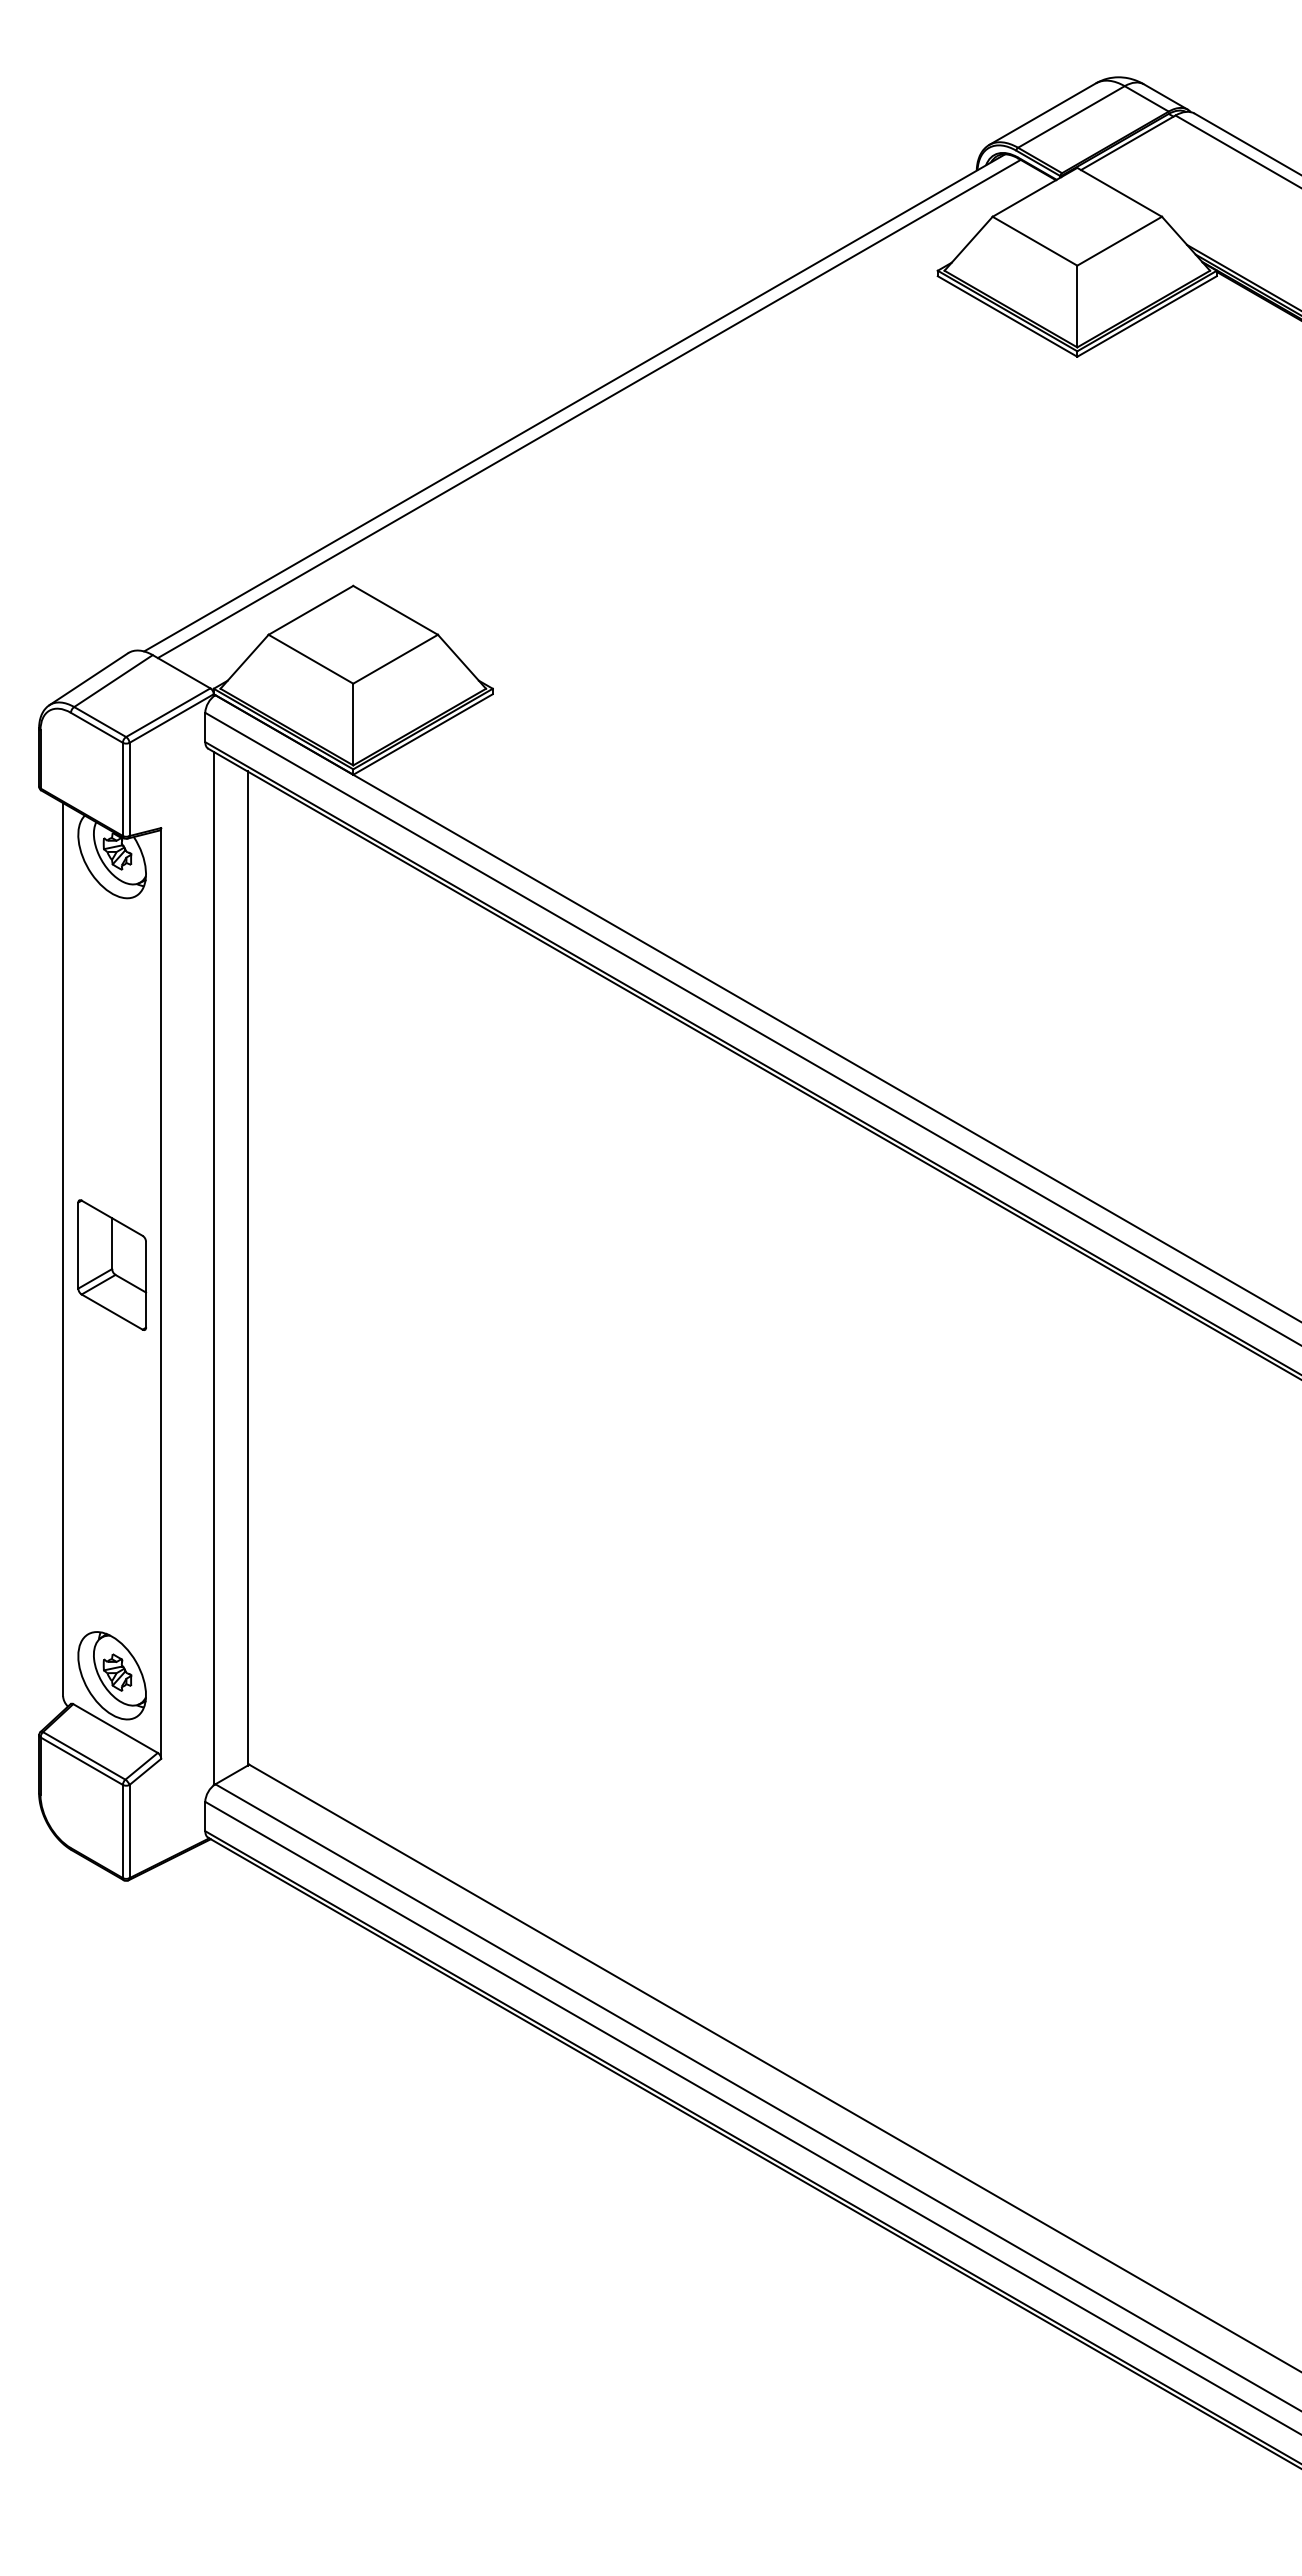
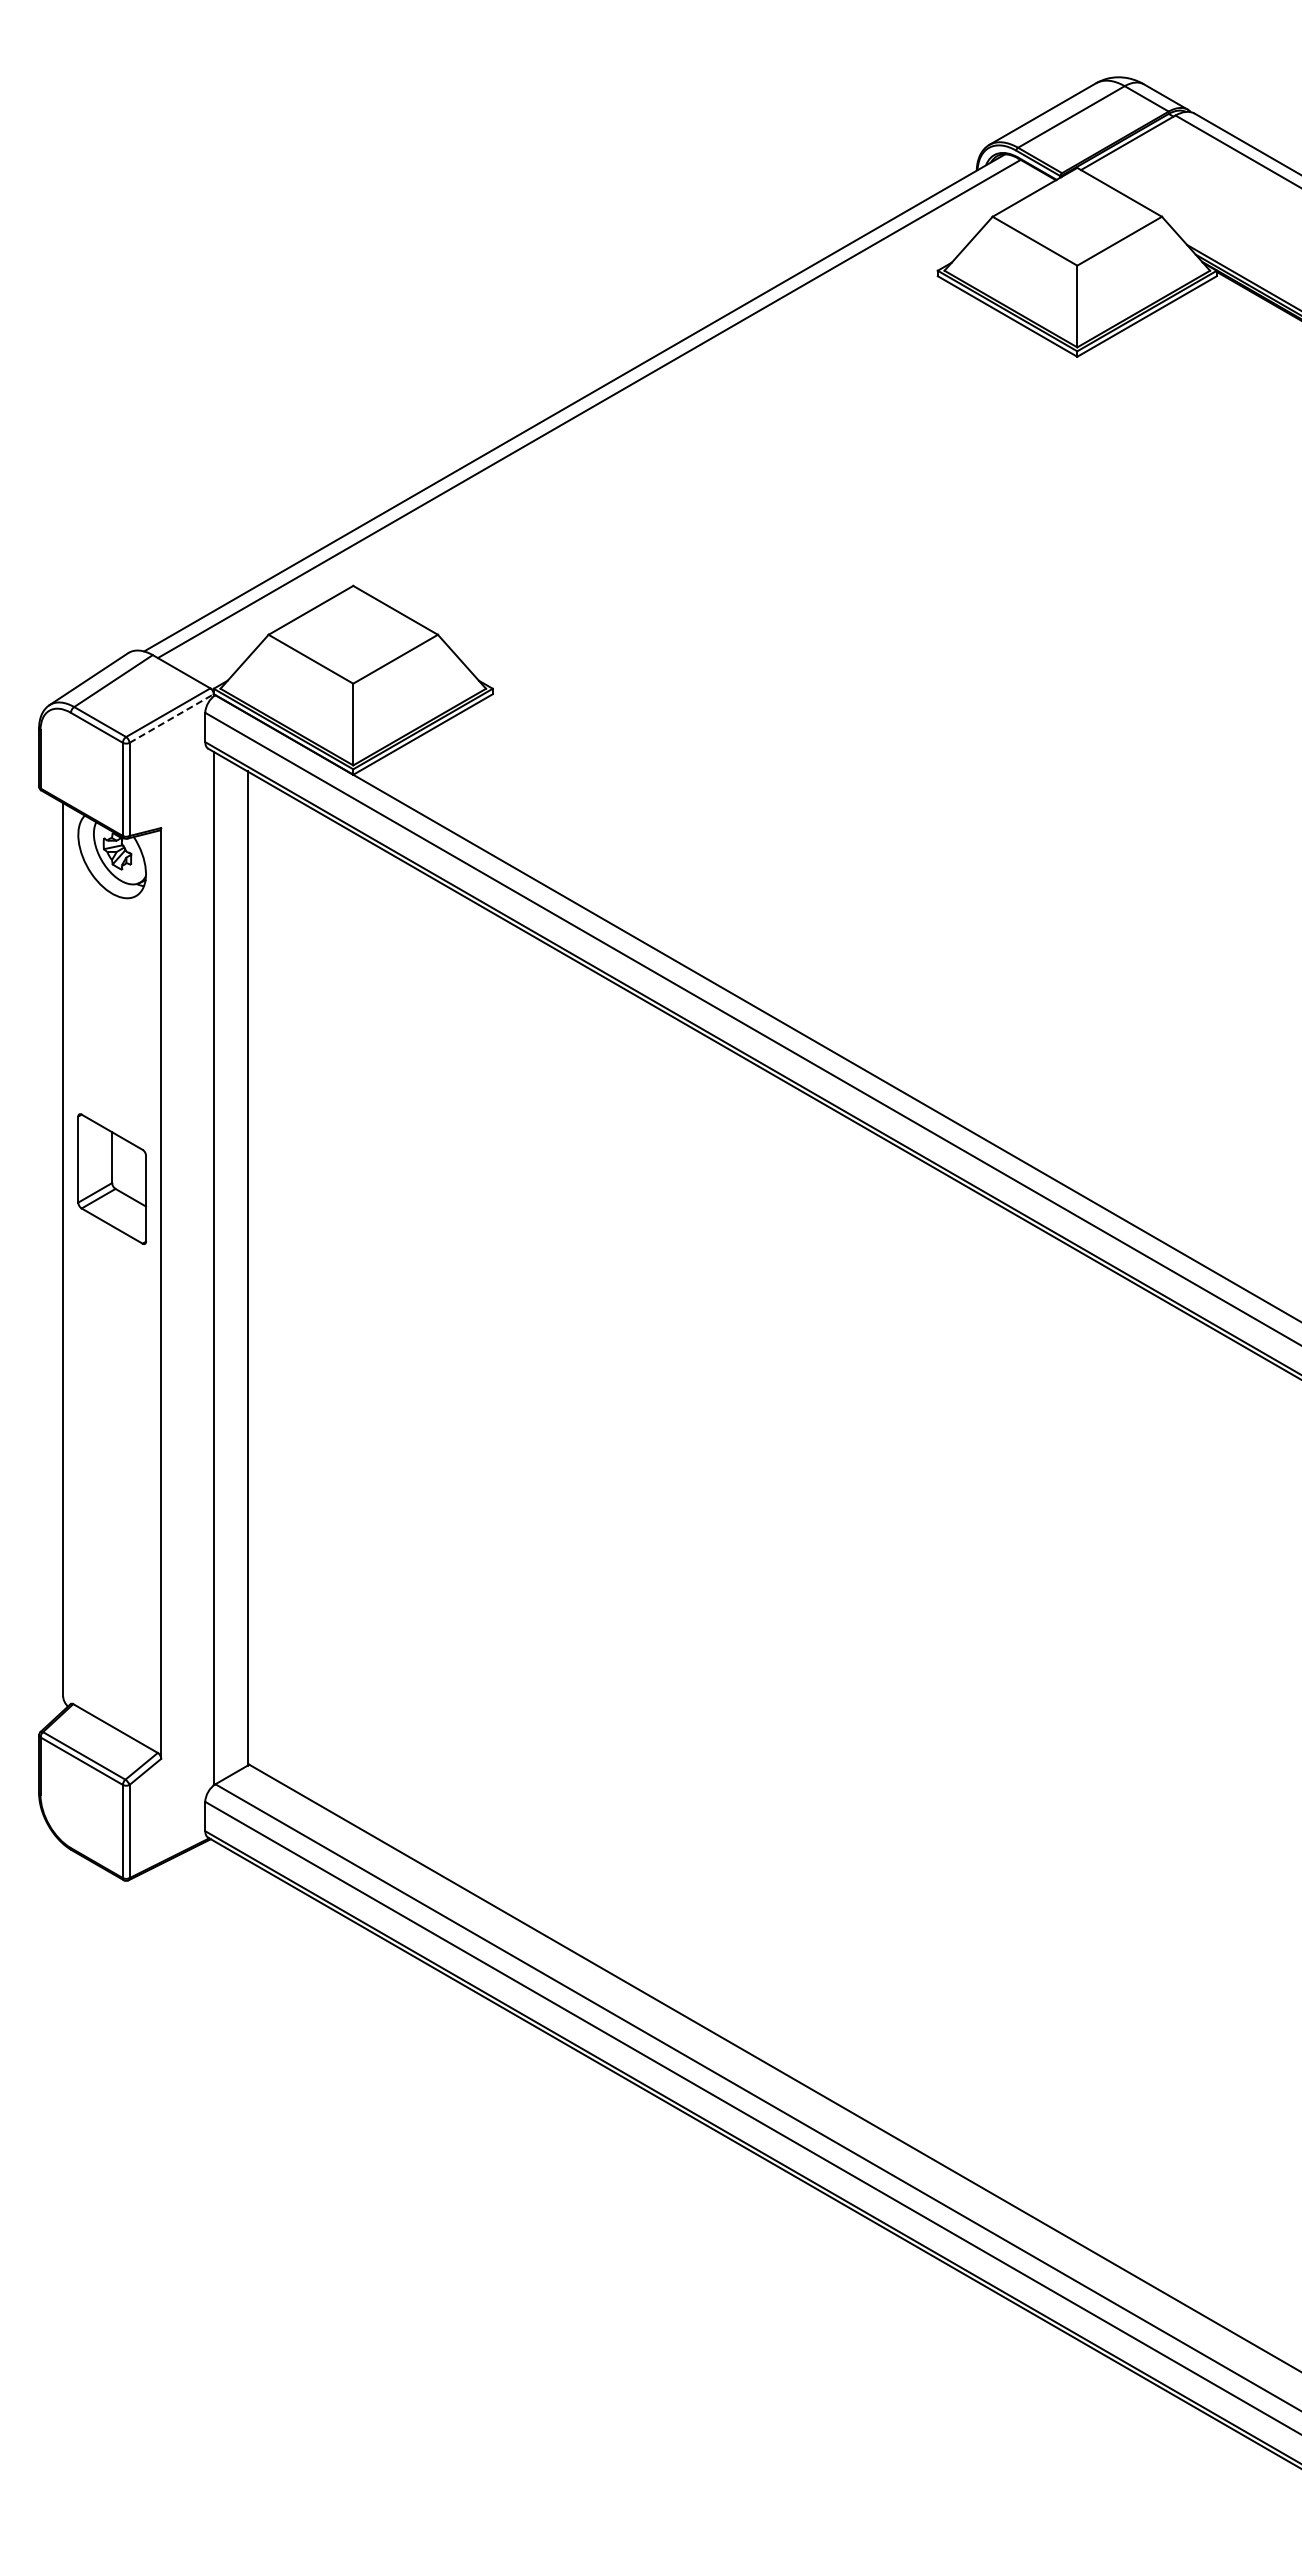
line at (171, 718): solid -> dashed
part at (112, 1264) position: (112, 1264) -> (112, 1178)
part at (111, 1675): present -> none
